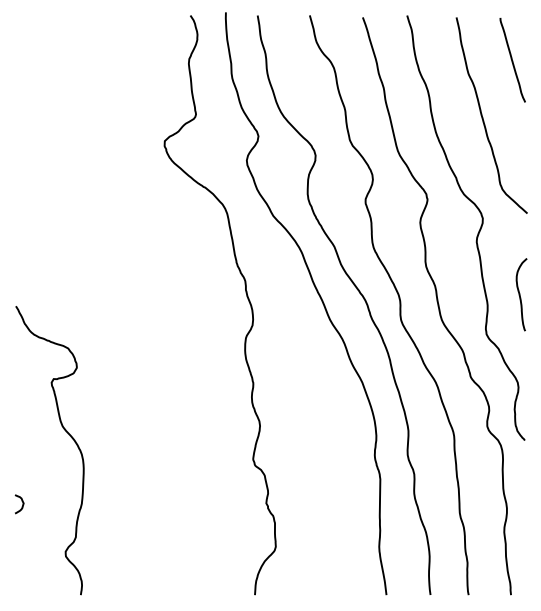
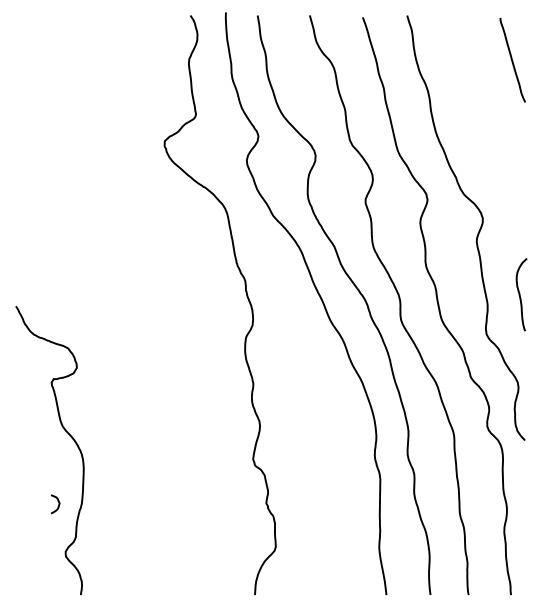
curve at (483, 117): present -> none
curve at (21, 506) position: (21, 506) -> (57, 506)
